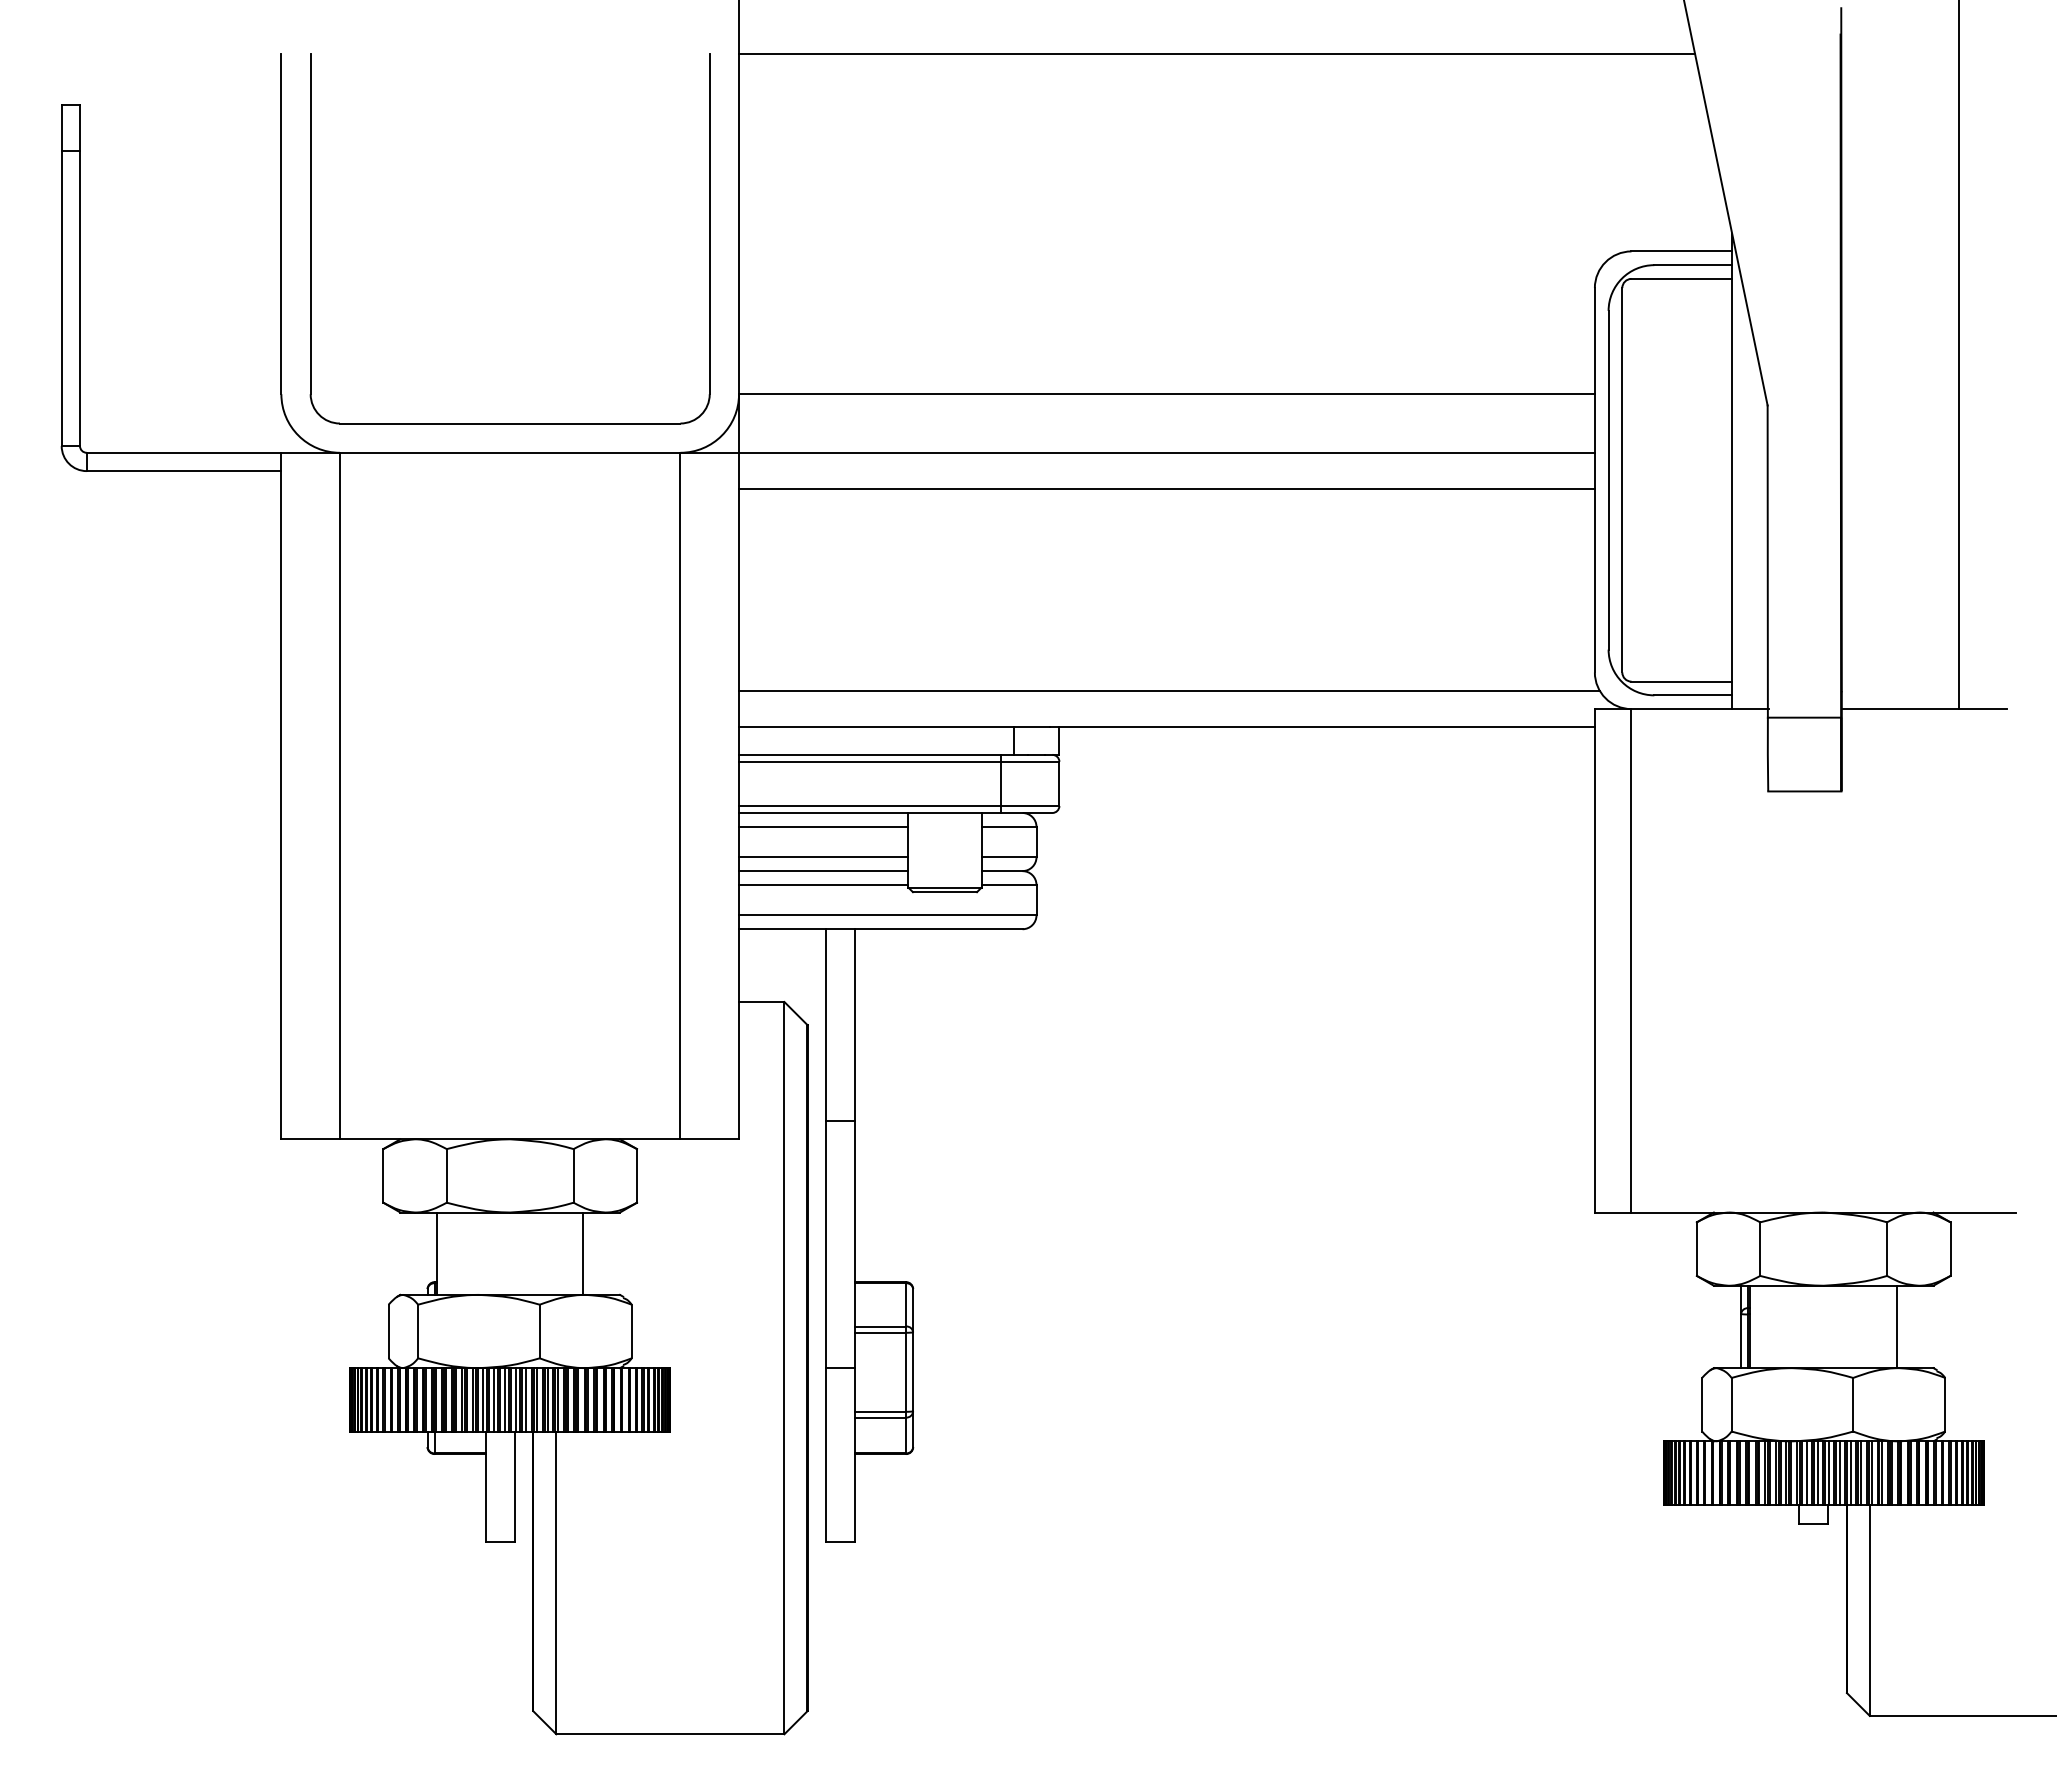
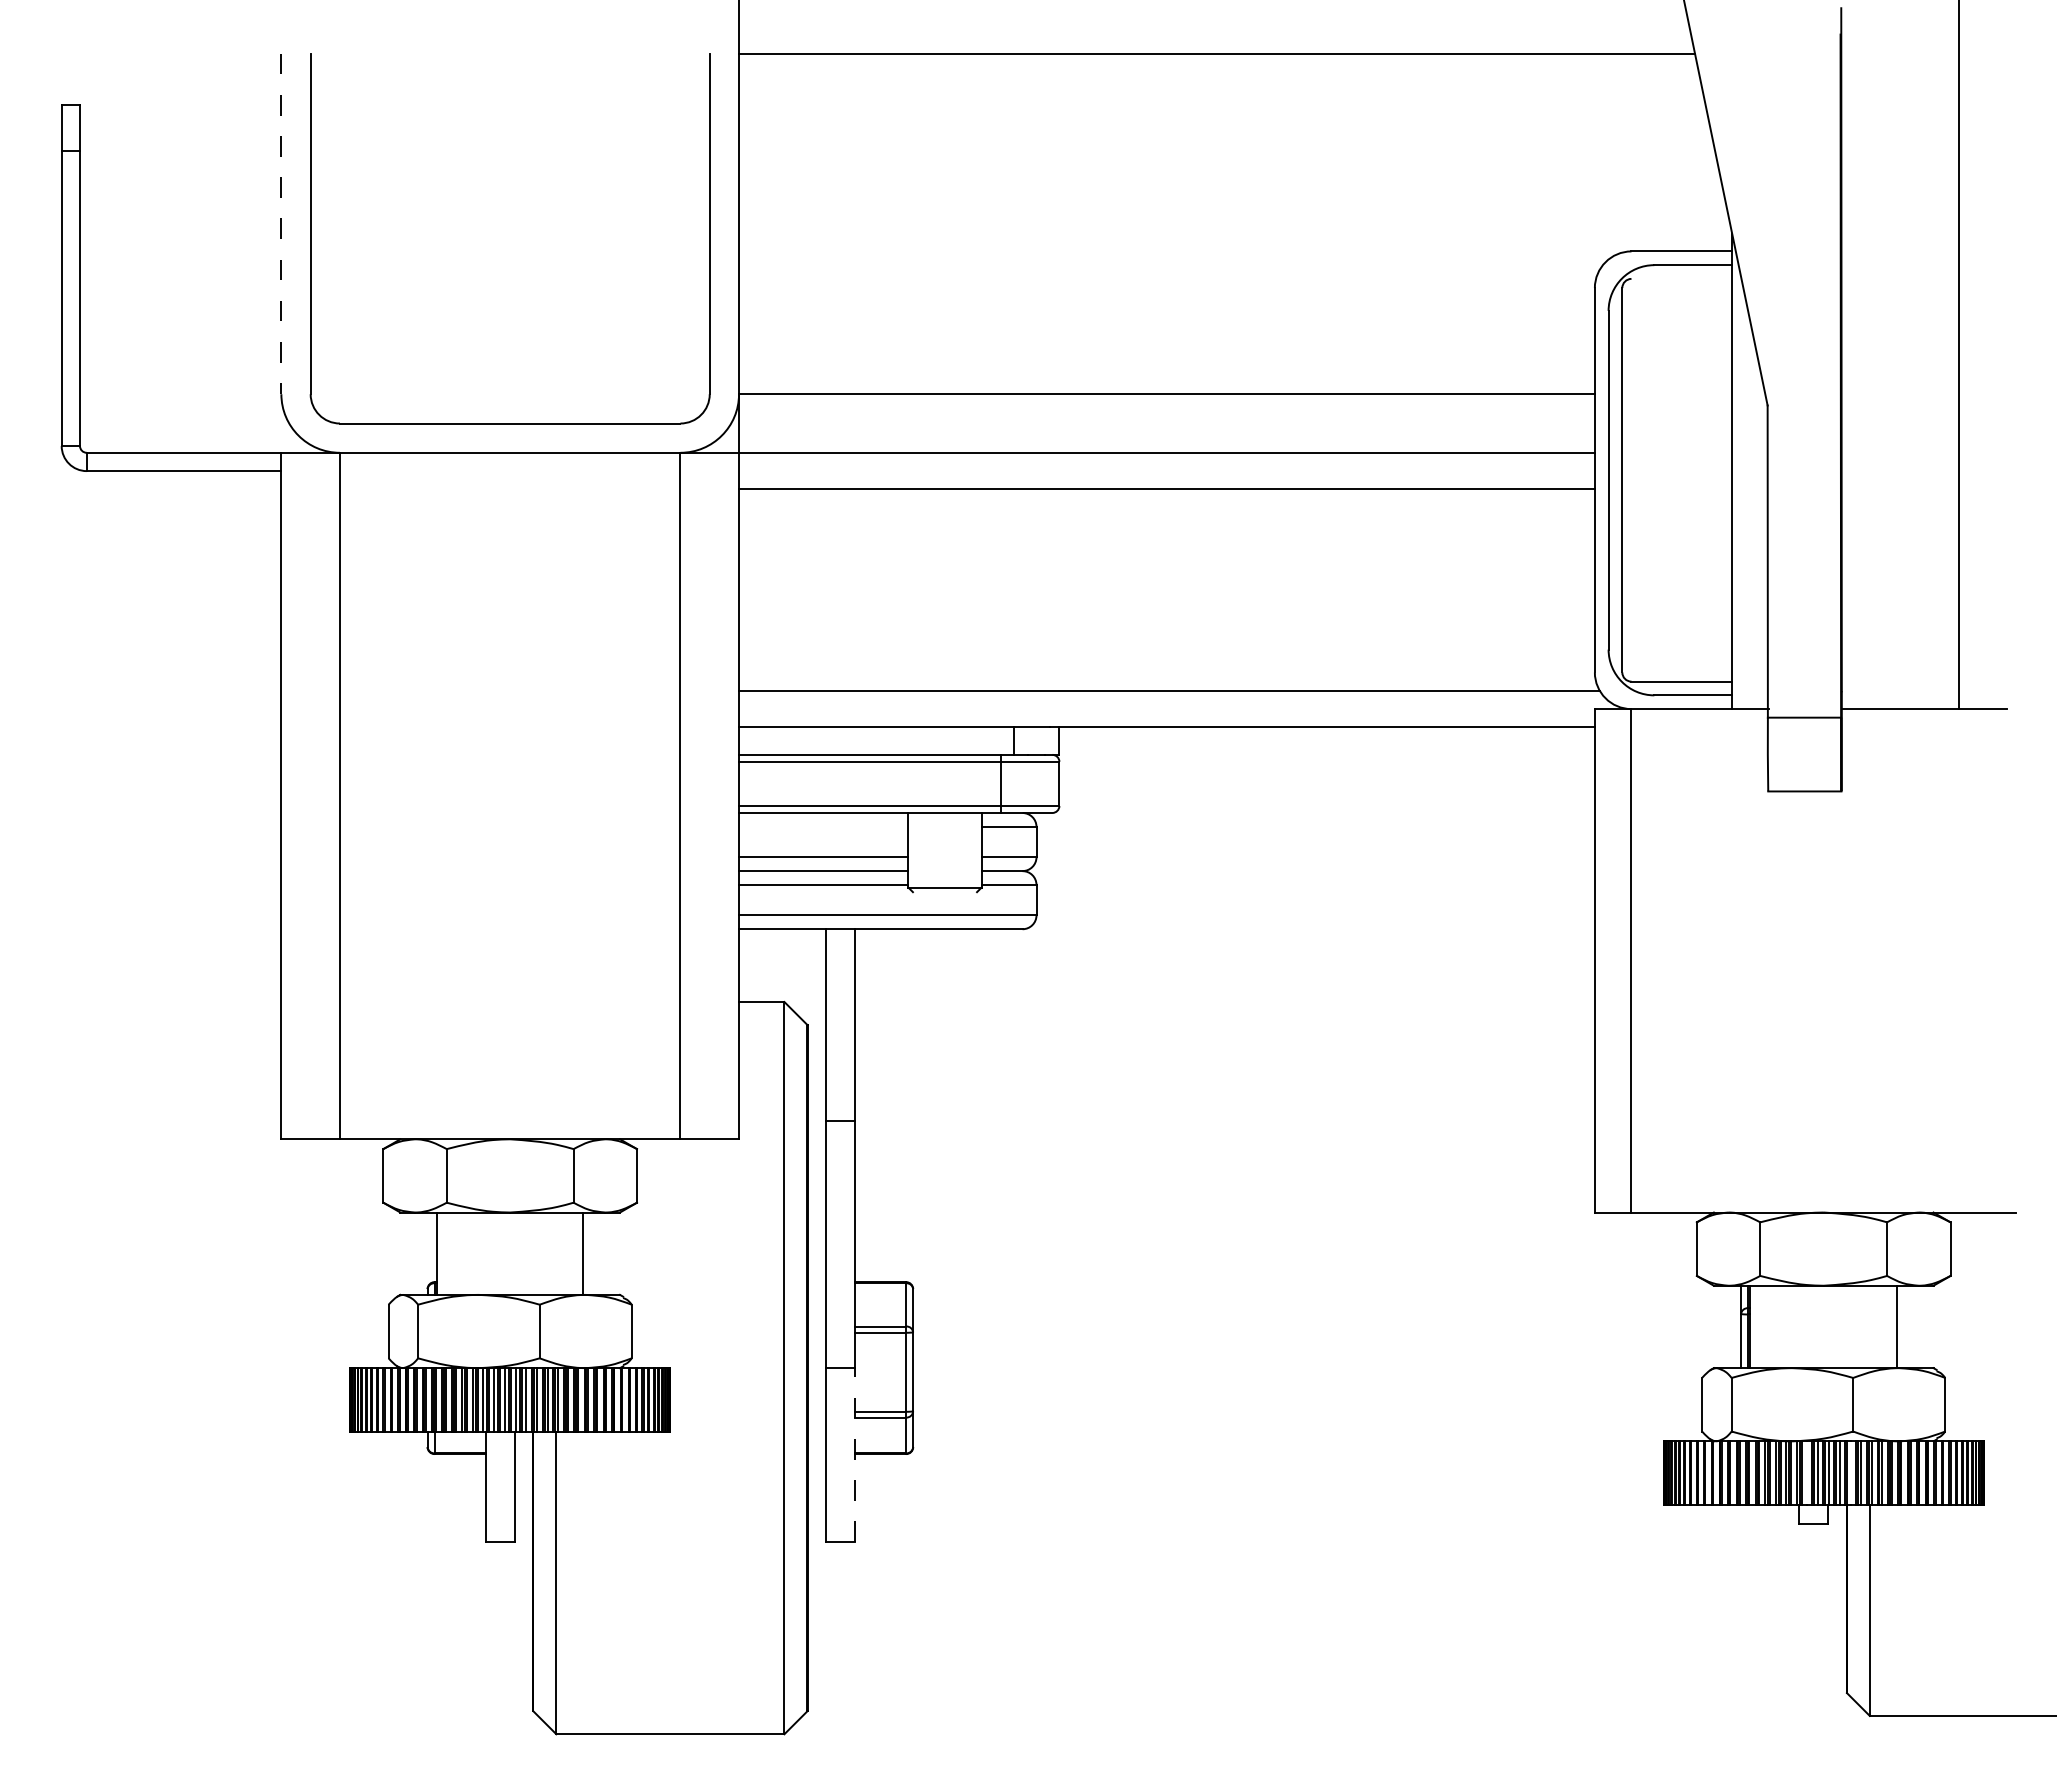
line at (281, 224): solid -> dashed
line at (1681, 278): present -> none
line at (823, 826): present -> none
line at (944, 892): present -> none
line at (855, 1455): solid -> dashed
line at (1807, 1473): present -> none
line at (1850, 1473): present -> none
